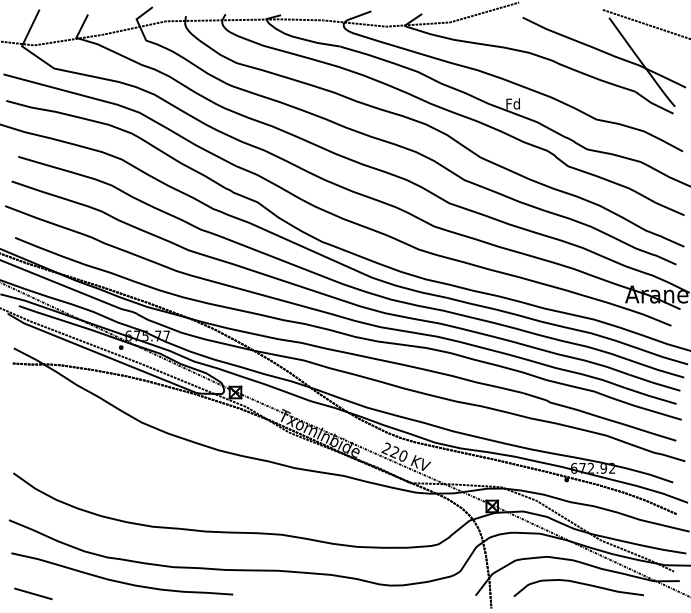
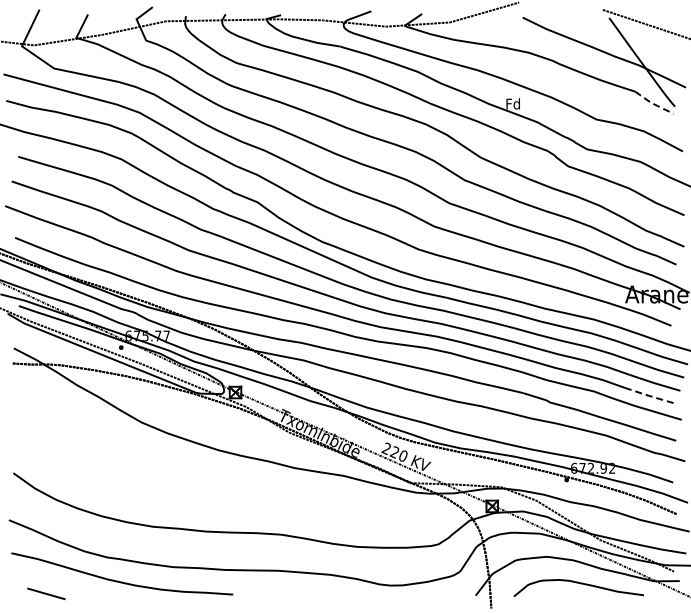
line at (652, 103): solid -> dashed
line at (650, 396): solid -> dashed
line at (33, 593) position: (33, 593) -> (46, 593)
